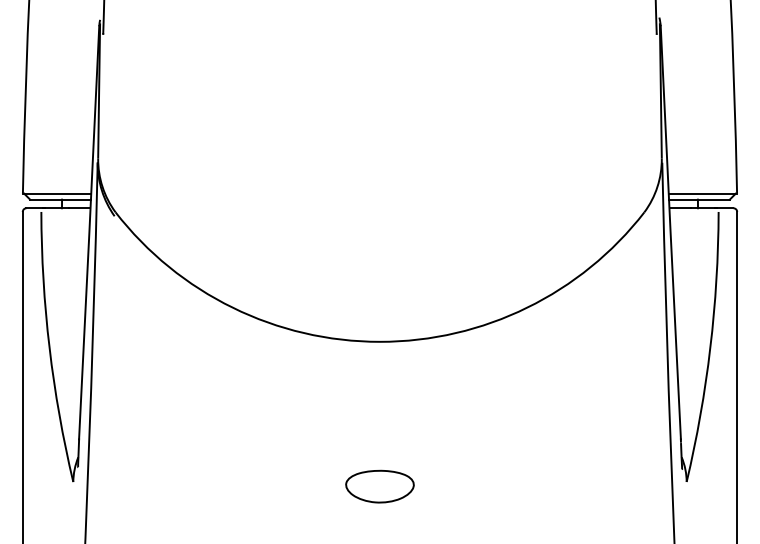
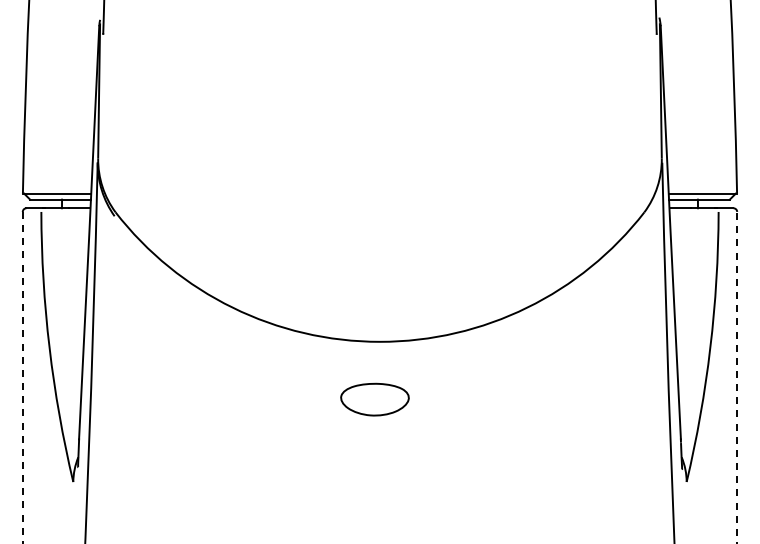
line at (22, 377): solid -> dashed
line at (737, 377): solid -> dashed
part at (379, 486) position: (379, 486) -> (374, 399)
